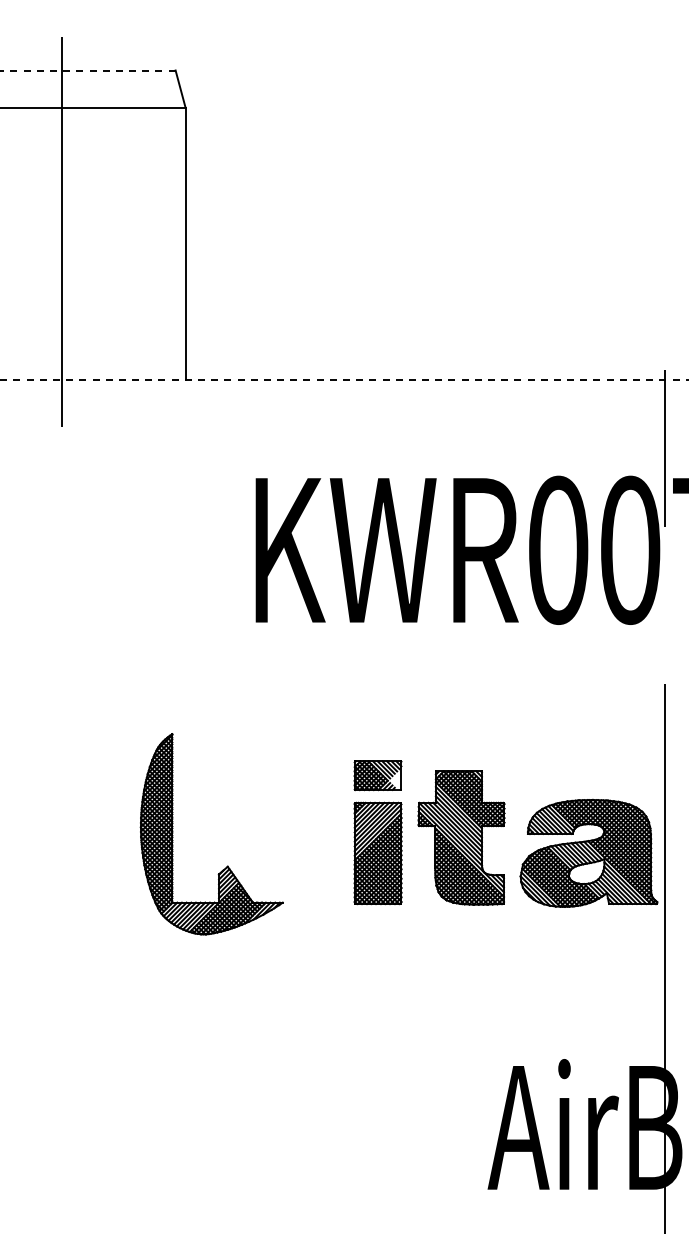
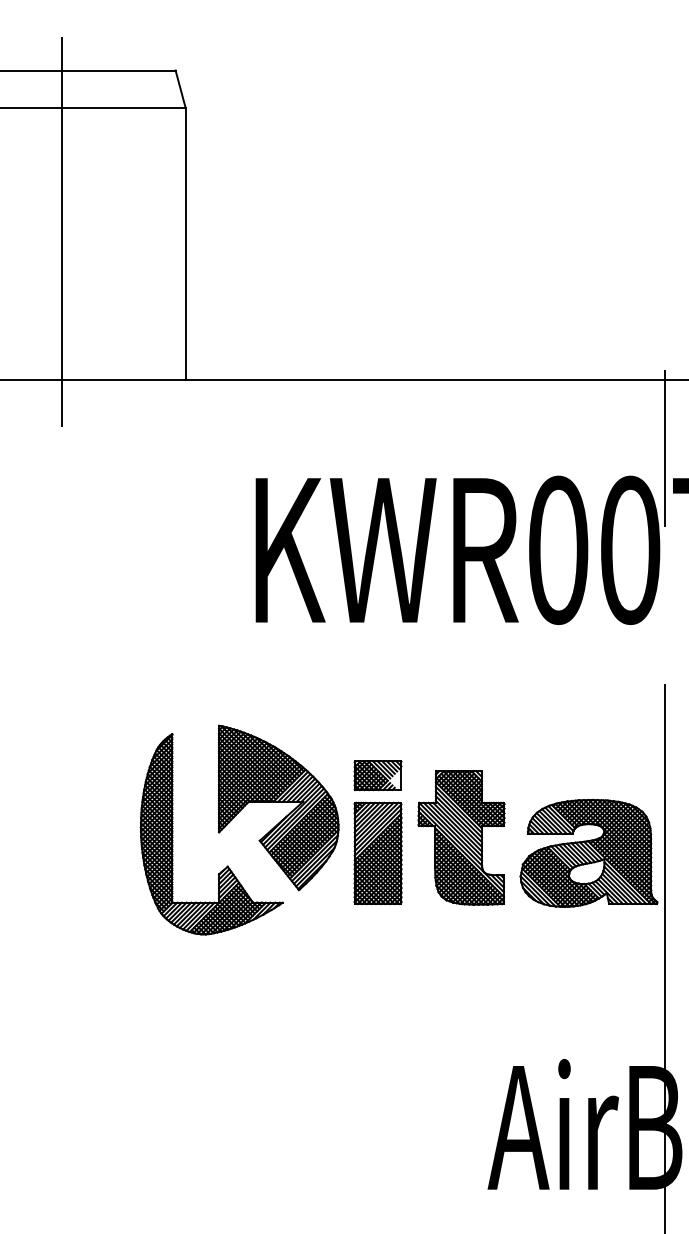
line at (87, 70): dashed -> solid
line at (344, 379): dashed -> solid
part at (278, 807): none -> present
